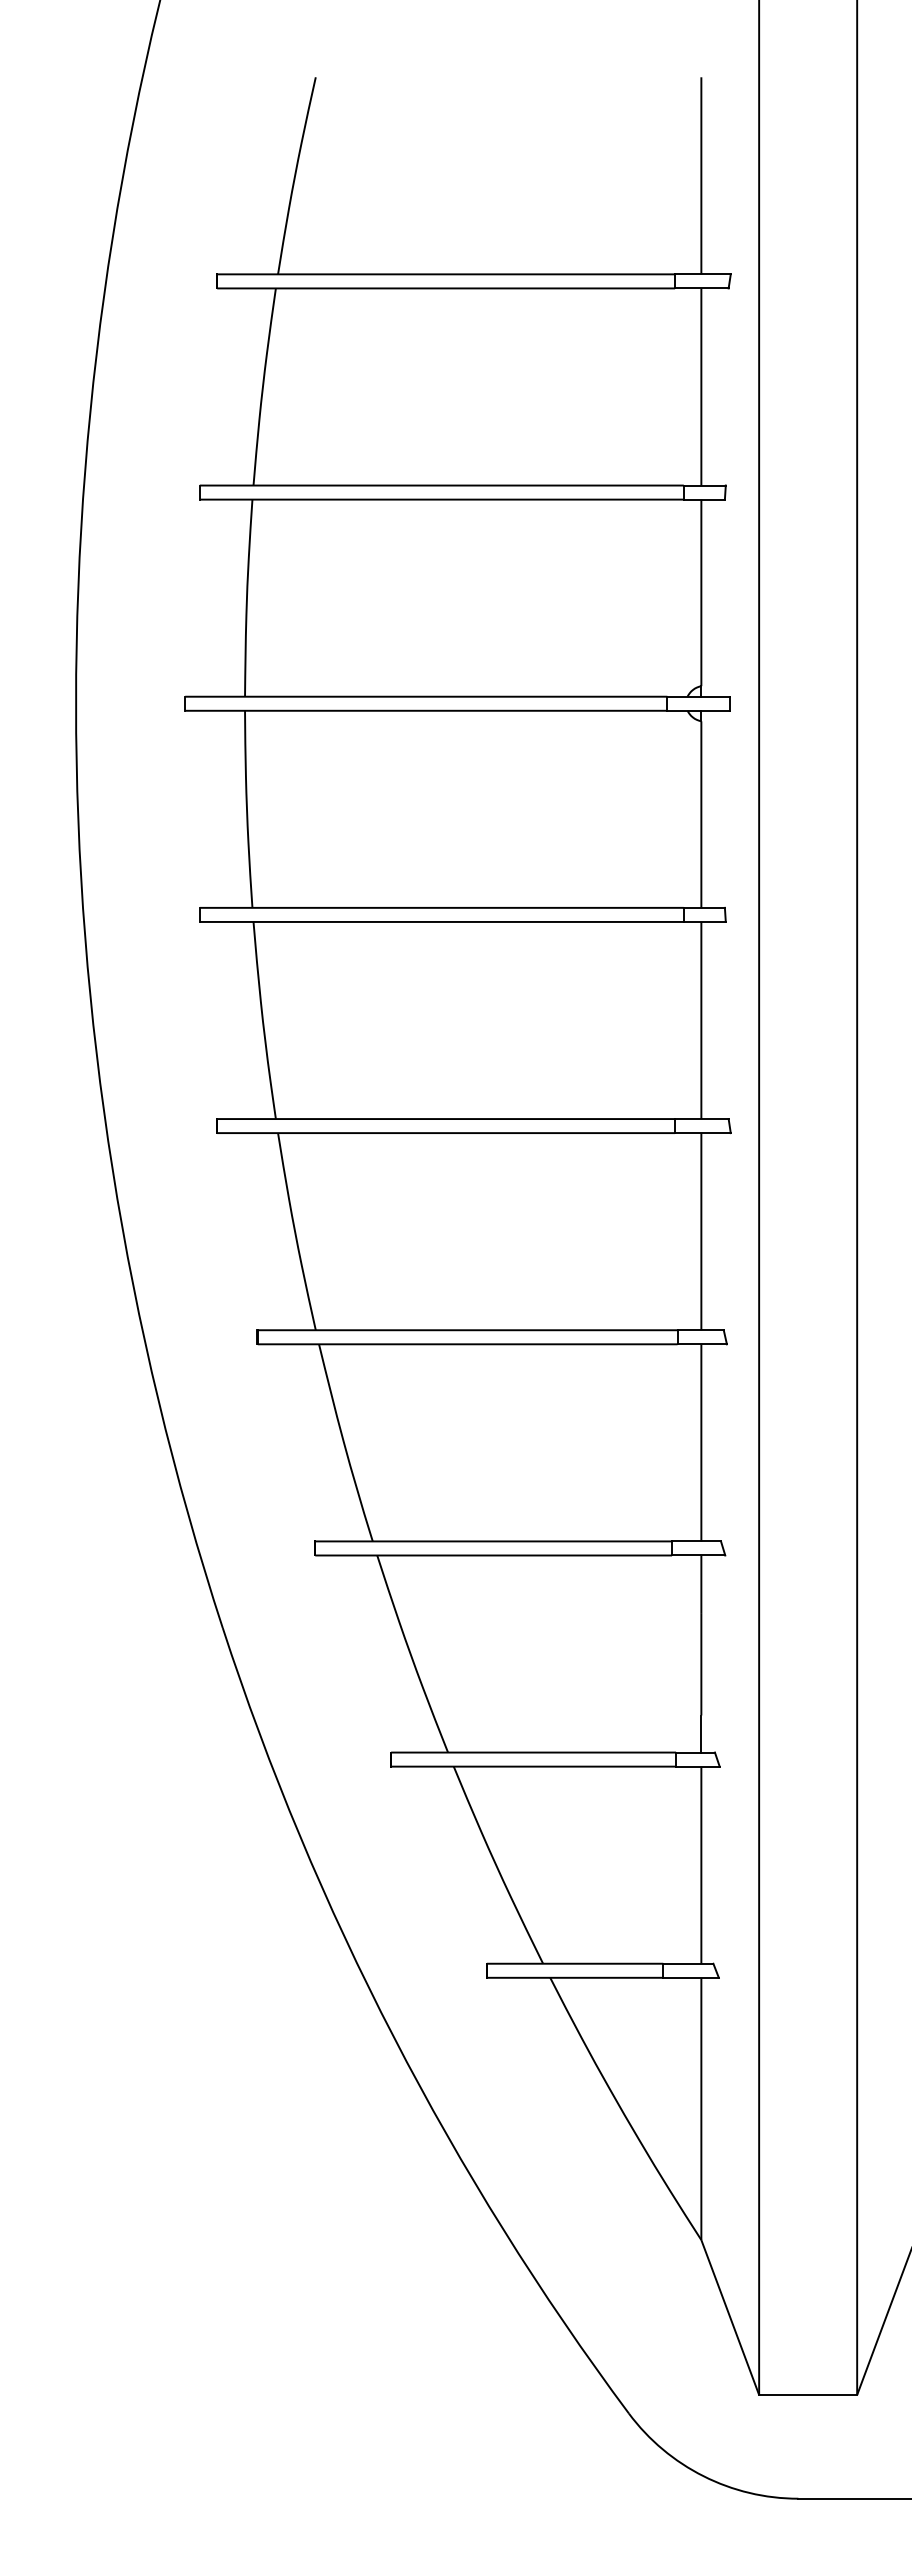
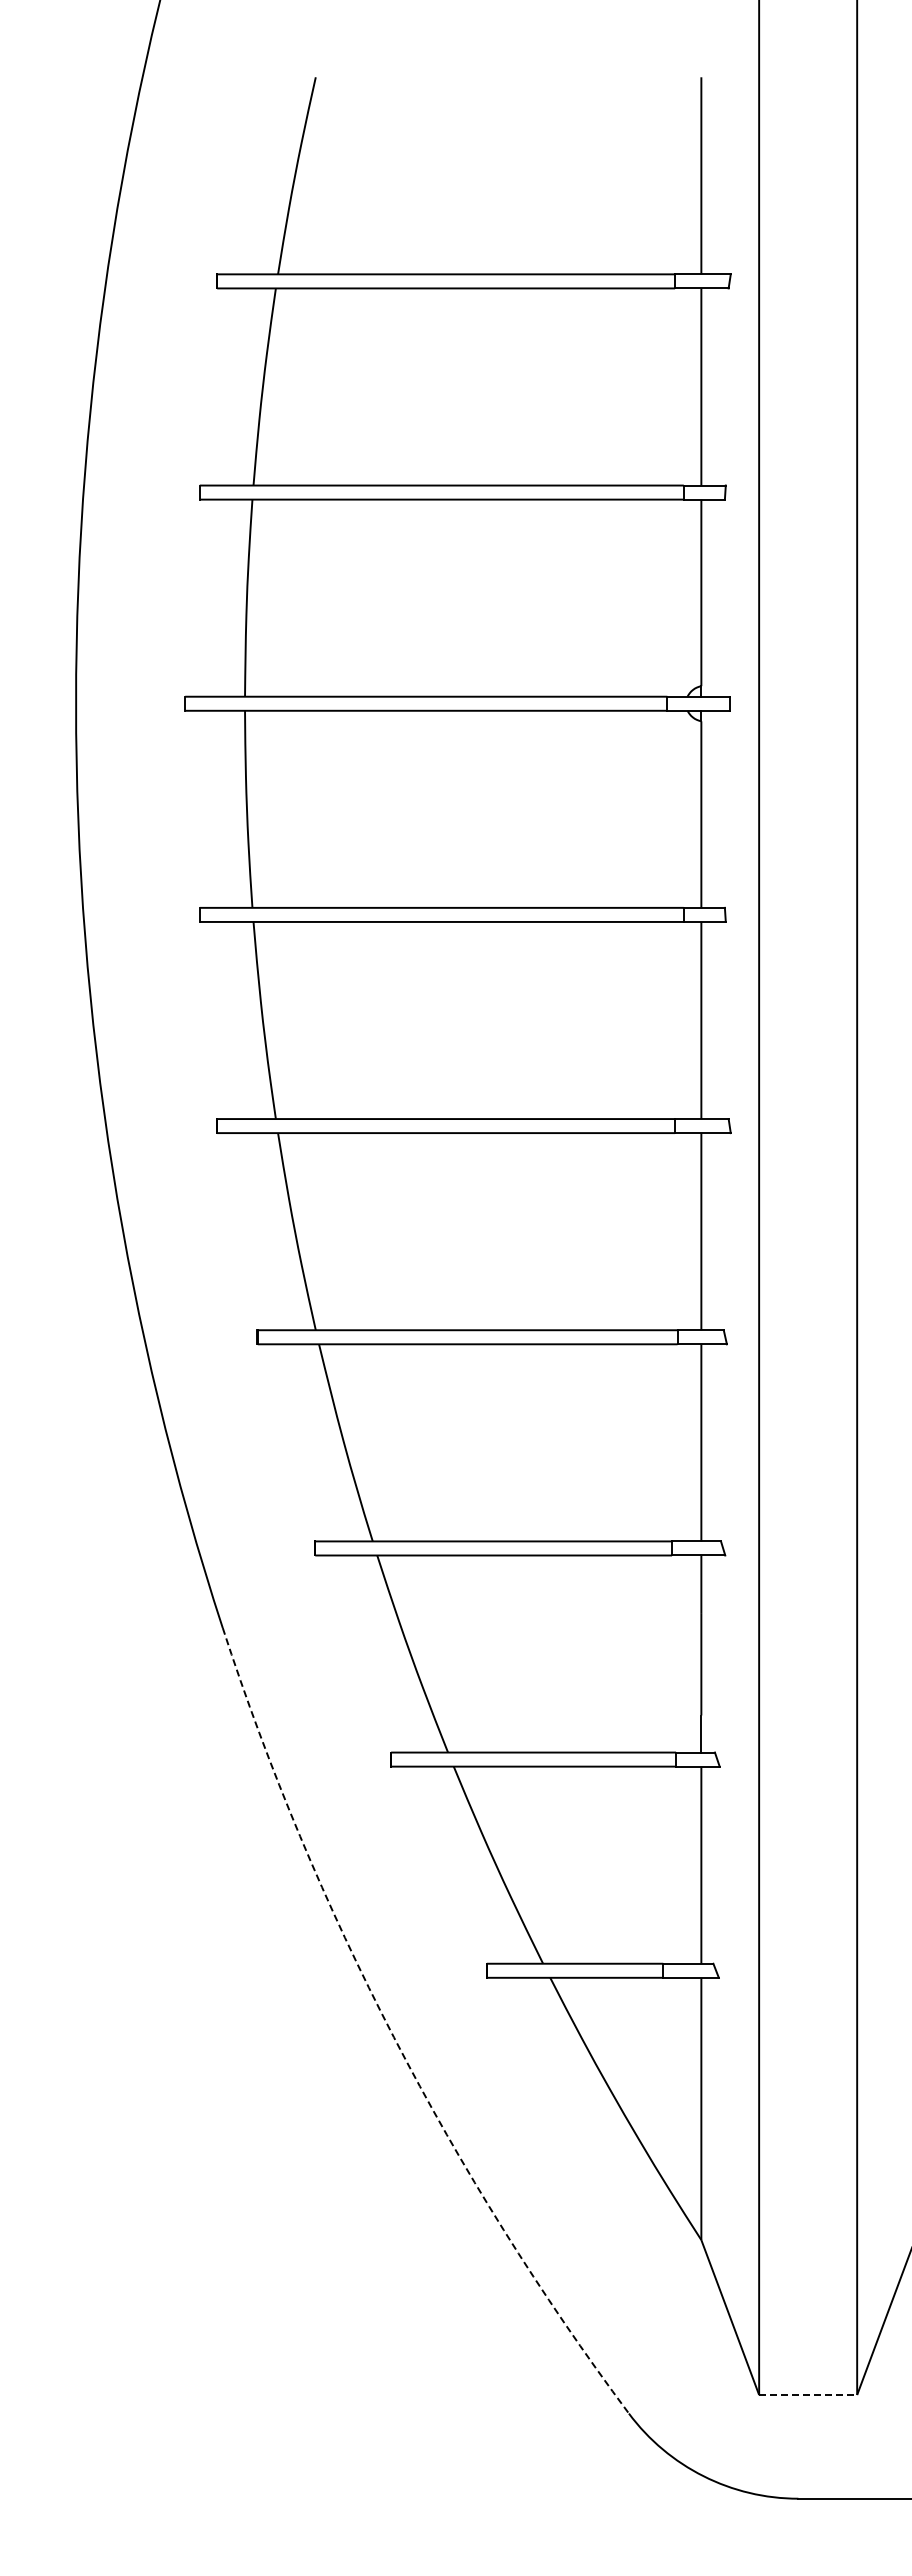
arc at (393, 2037): solid -> dashed
line at (808, 2395): solid -> dashed
